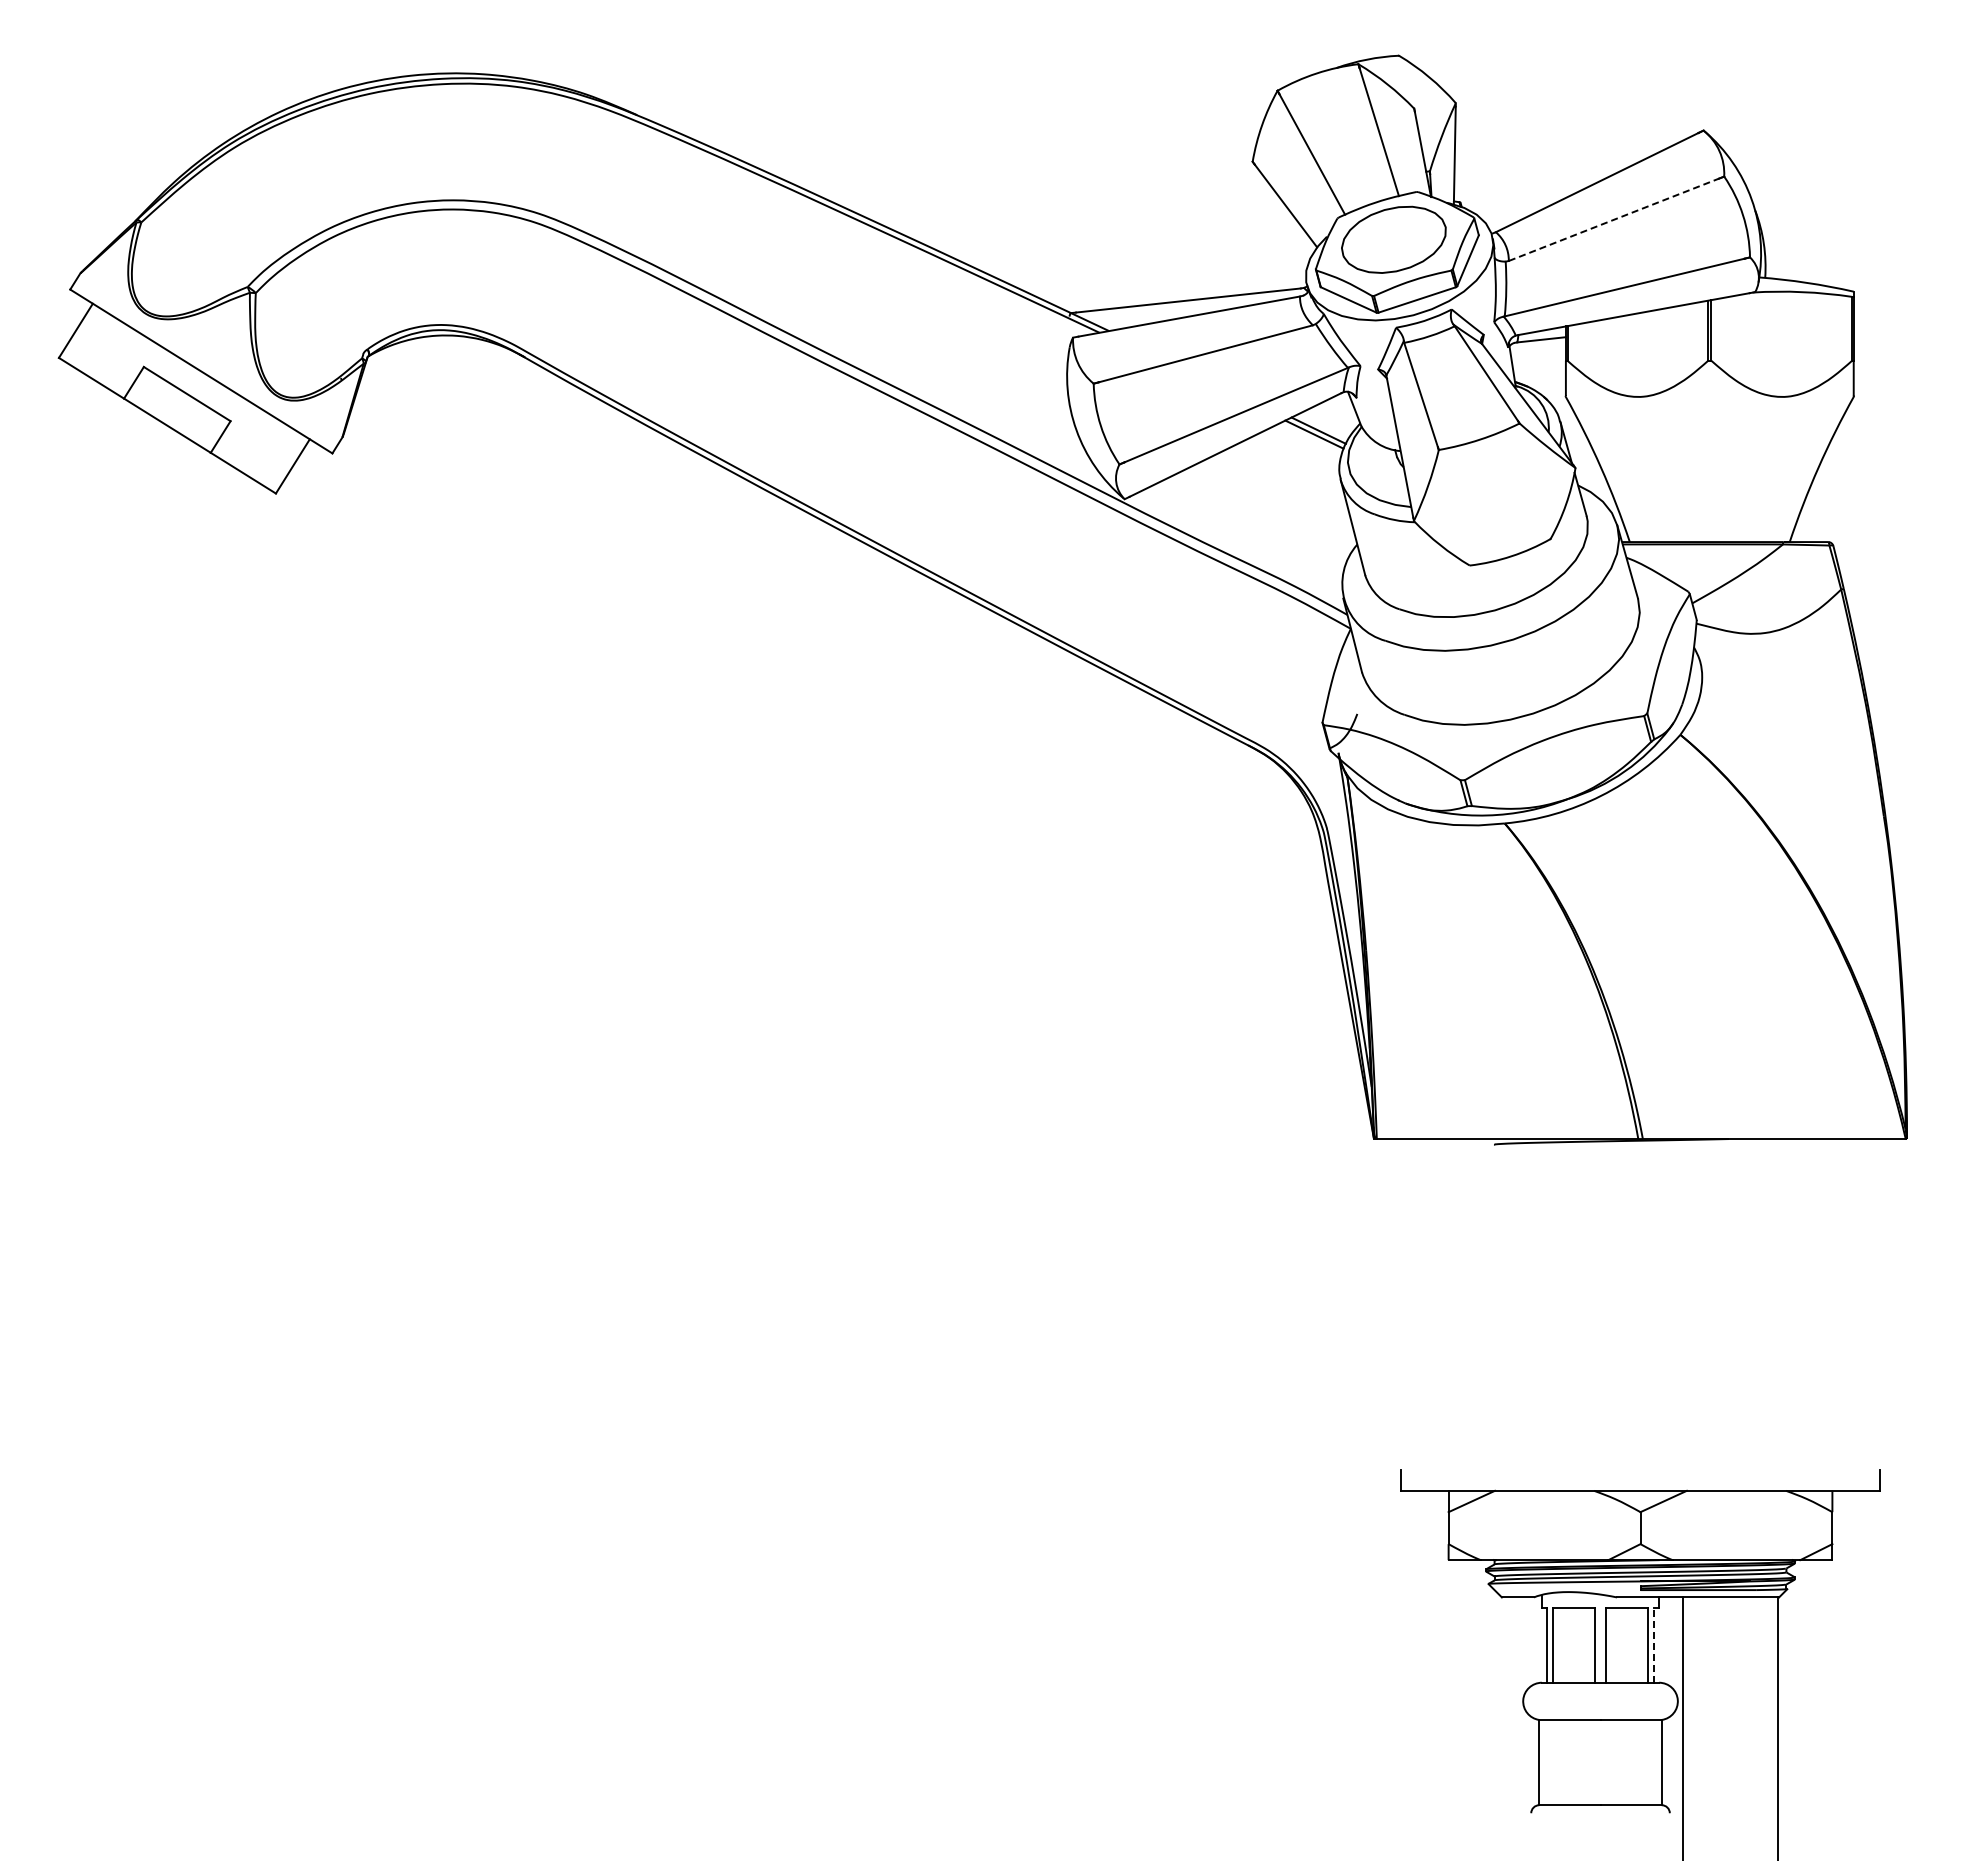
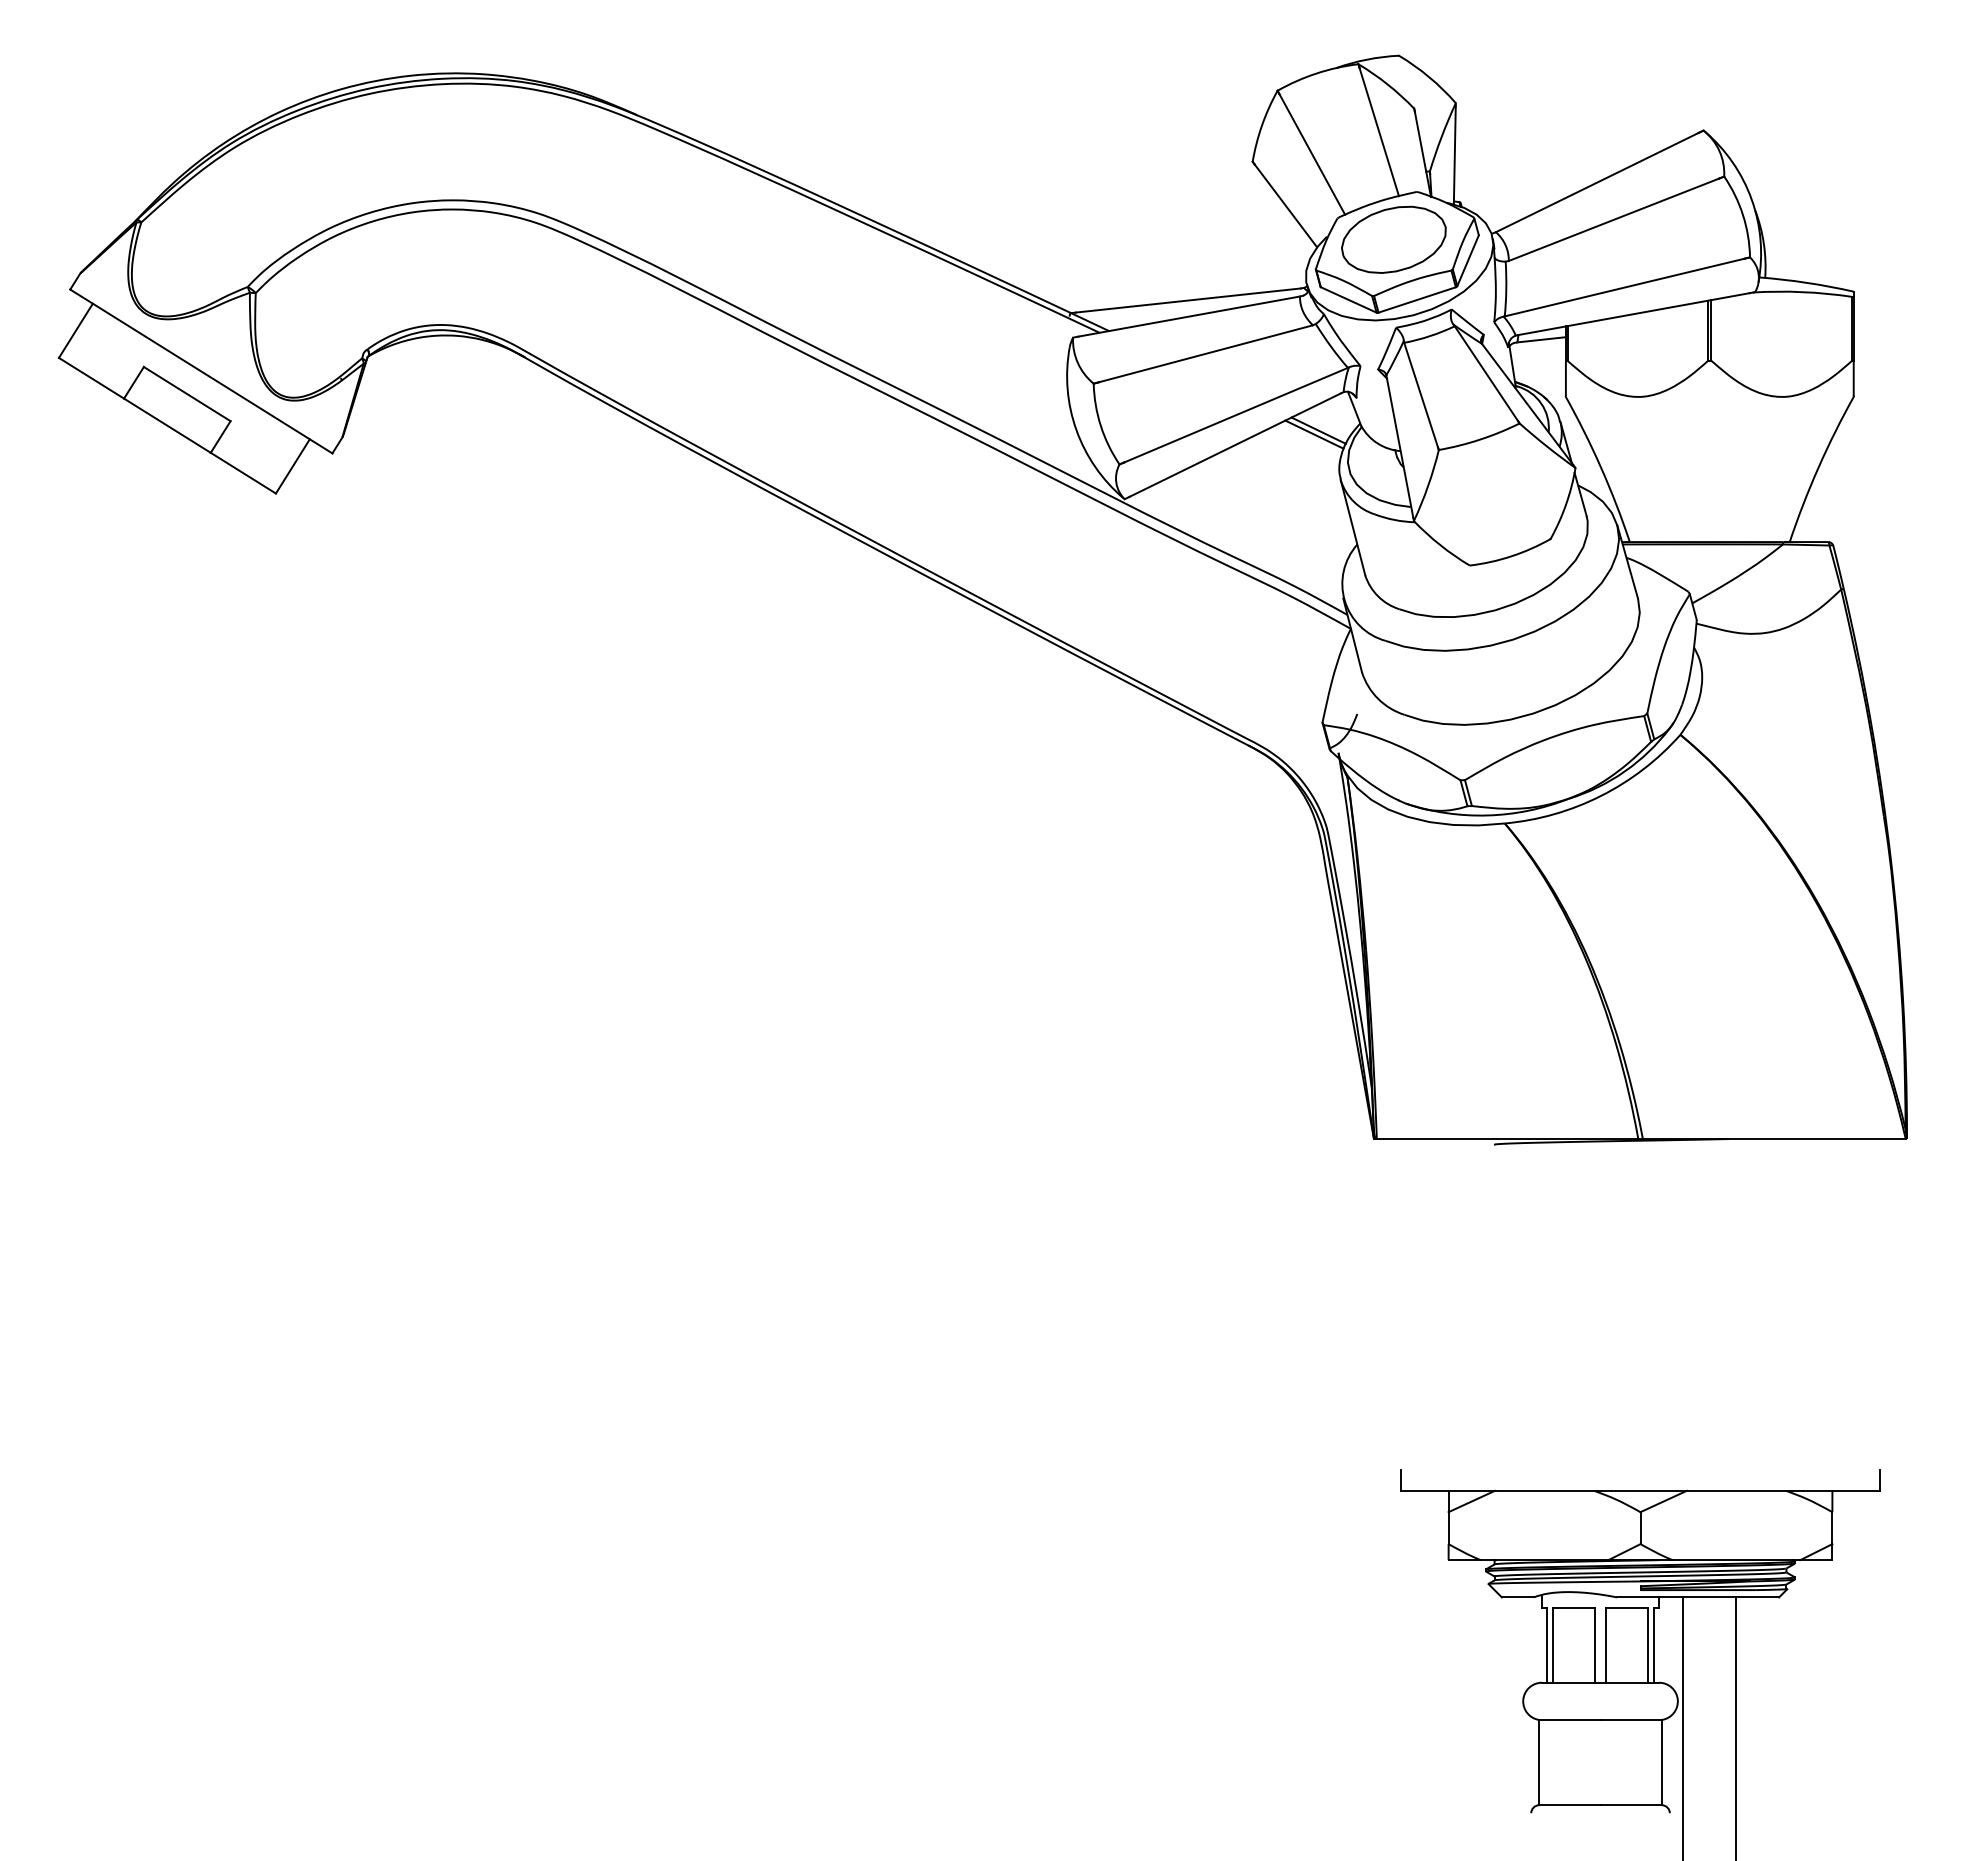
line at (1613, 219): dashed -> solid
line at (1653, 1644): dashed -> solid
line at (1778, 1727) position: (1778, 1727) -> (1736, 1727)
